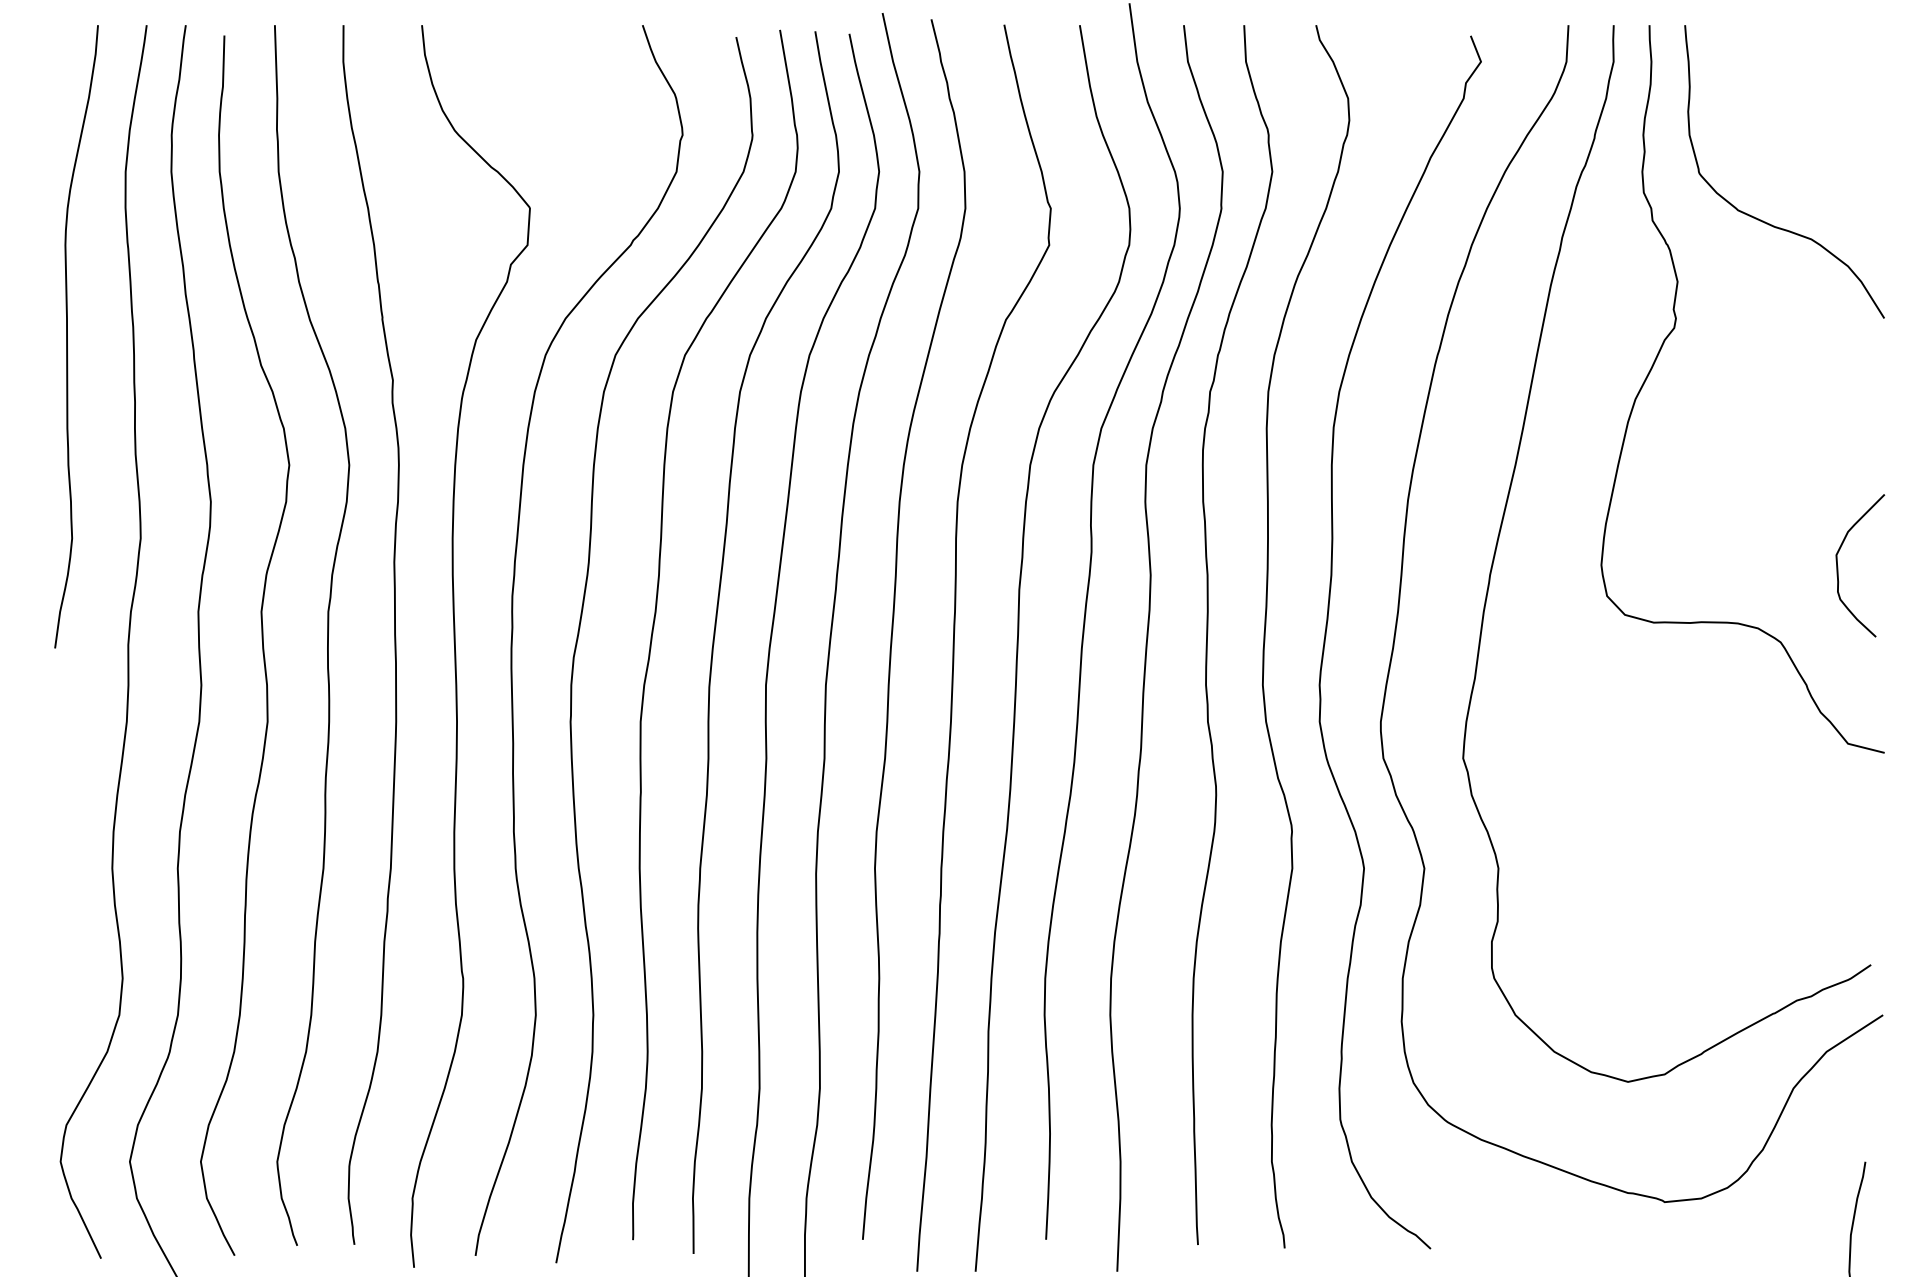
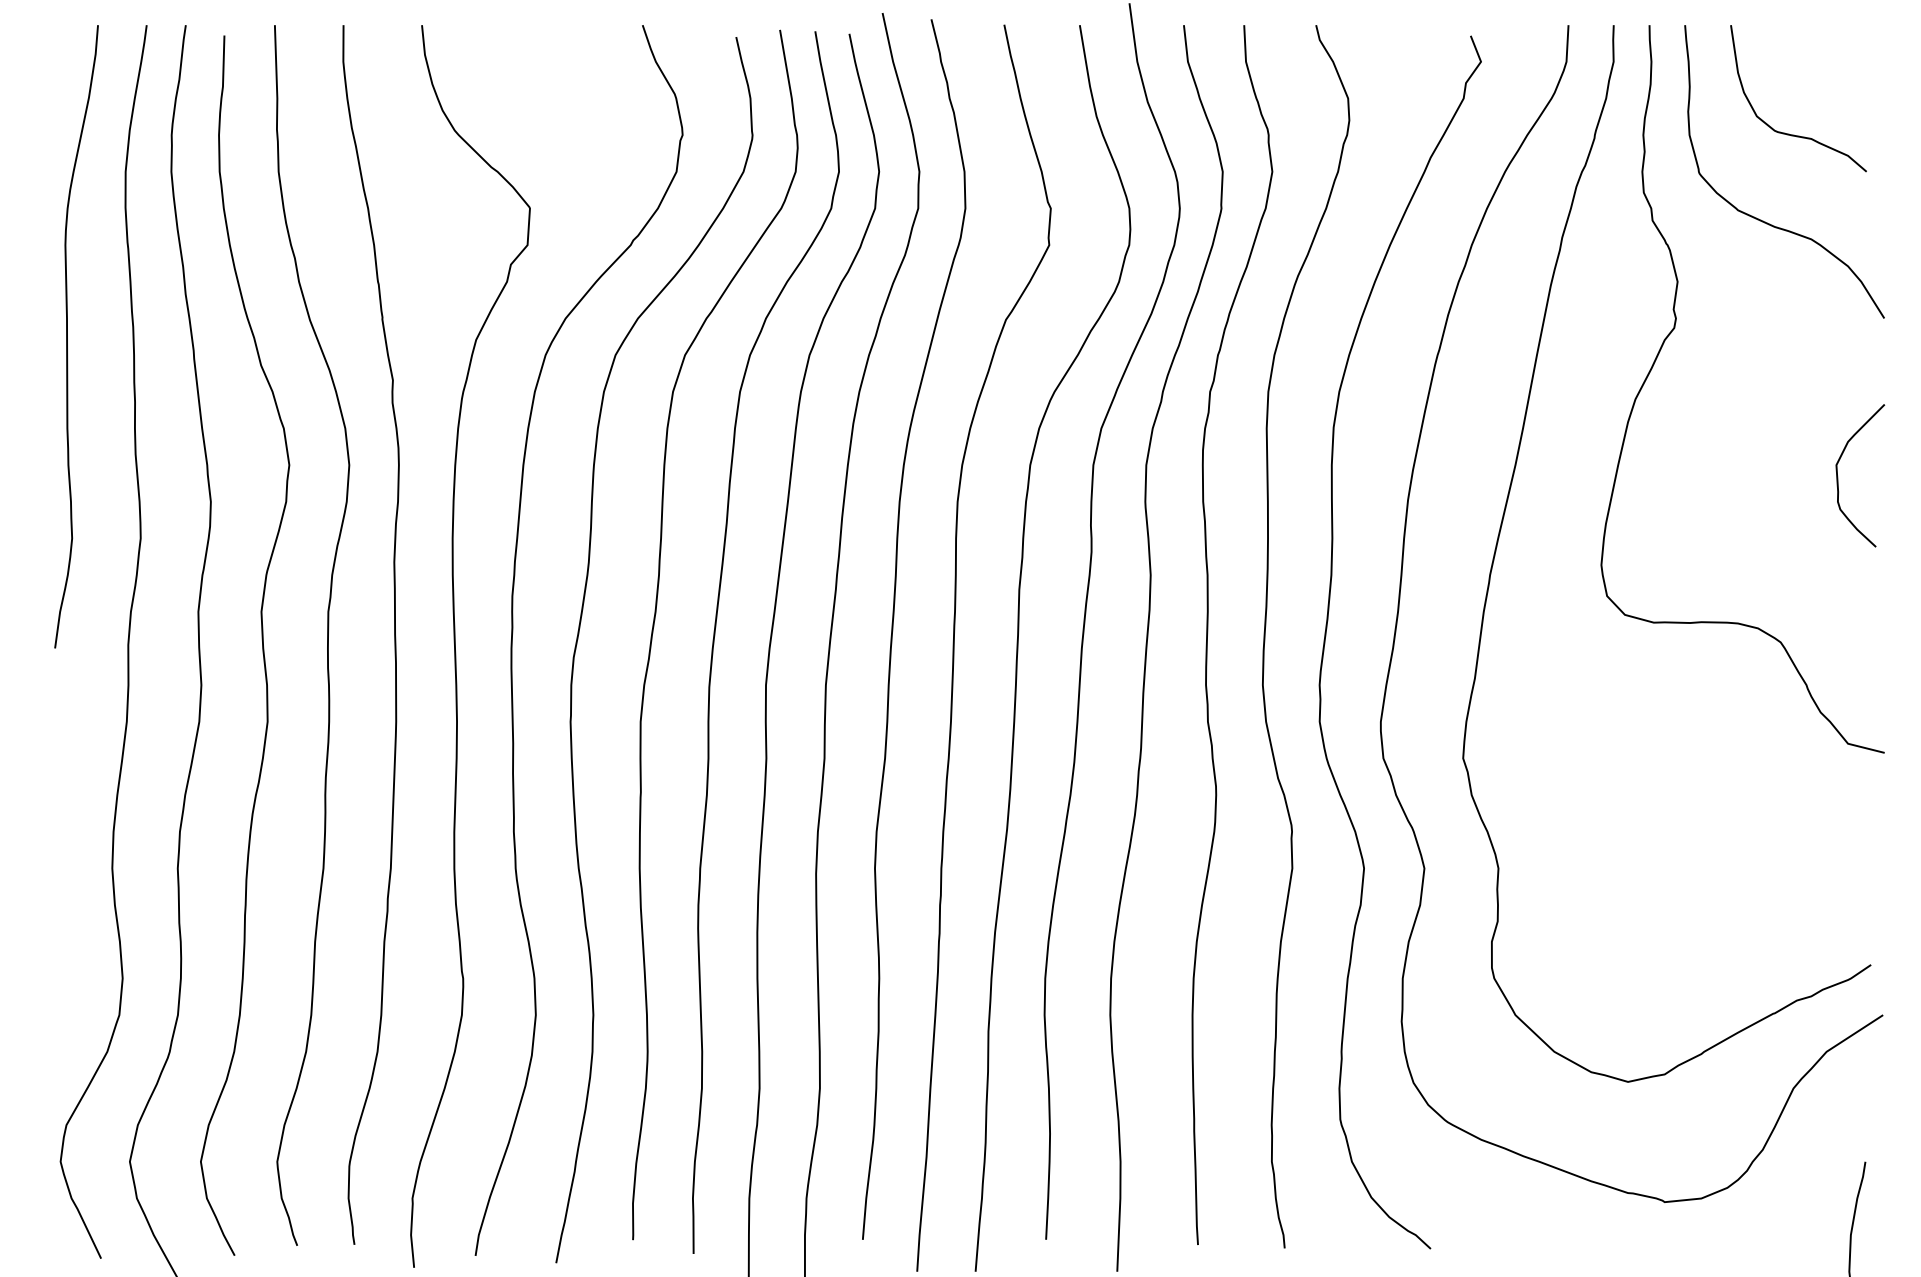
curve at (1789, 133): none -> present
curve at (1838, 566) position: (1838, 566) -> (1838, 476)
